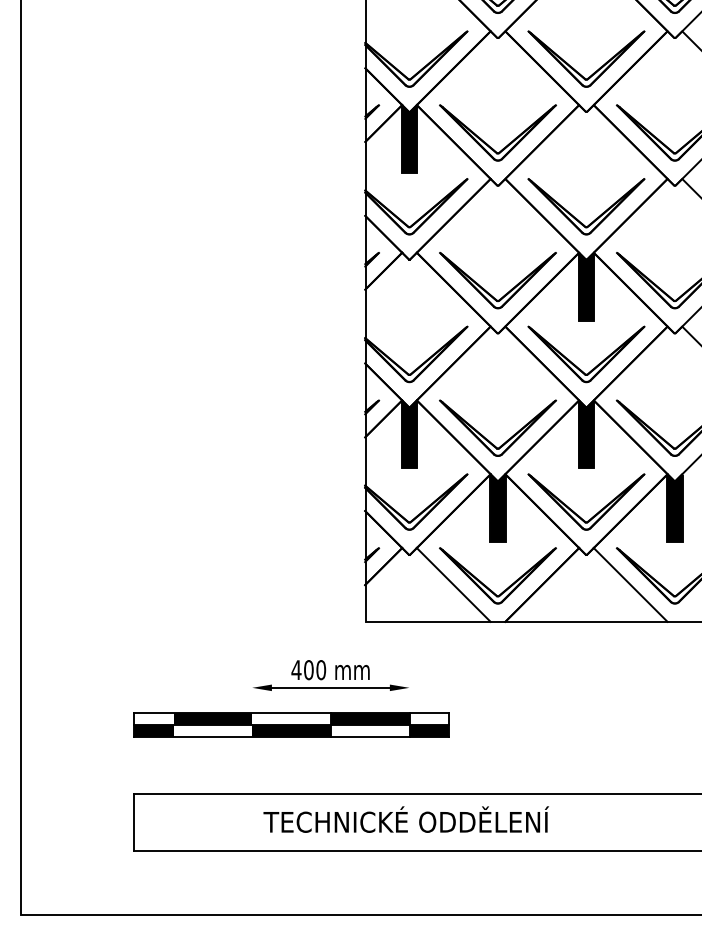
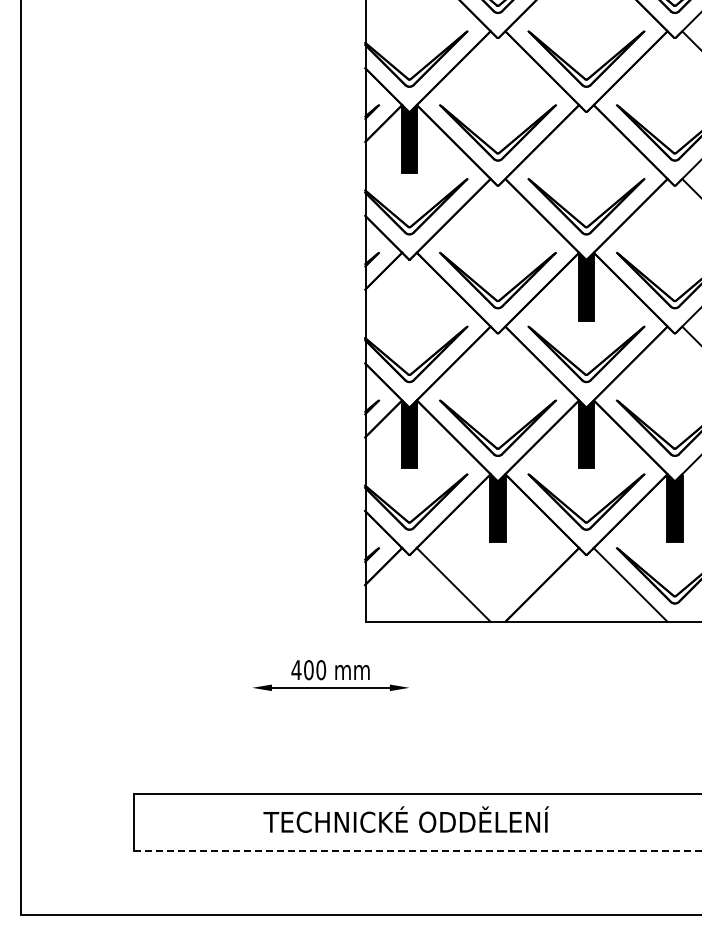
part at (486, 585): present -> none
part at (291, 724): present -> none
line at (418, 850): solid -> dashed
